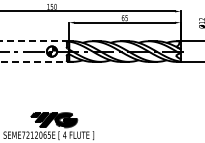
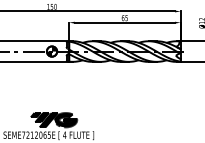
line at (34, 41): dashed -> solid
line at (35, 61): dashed -> solid
